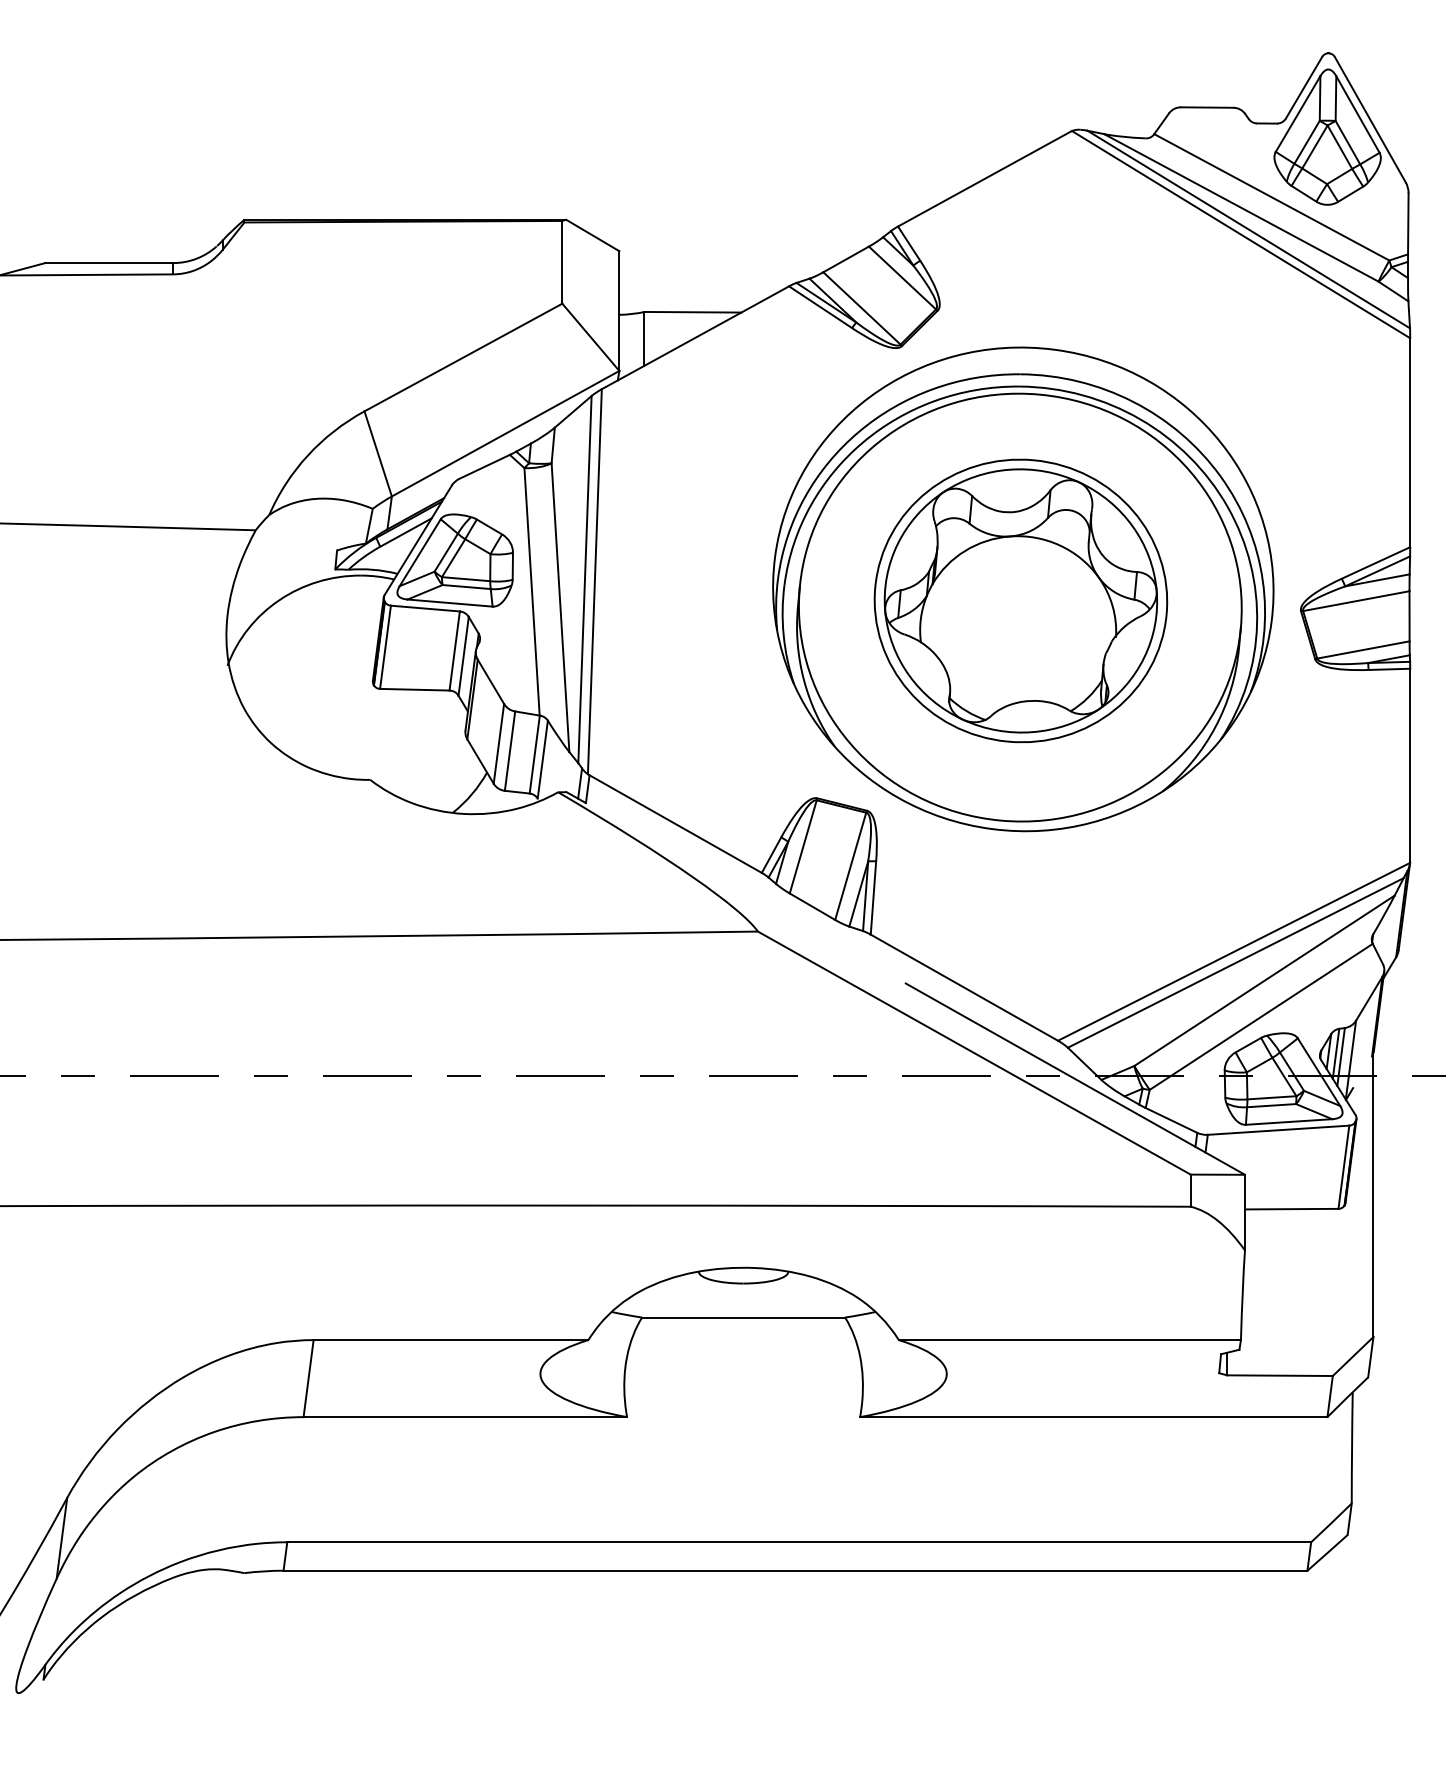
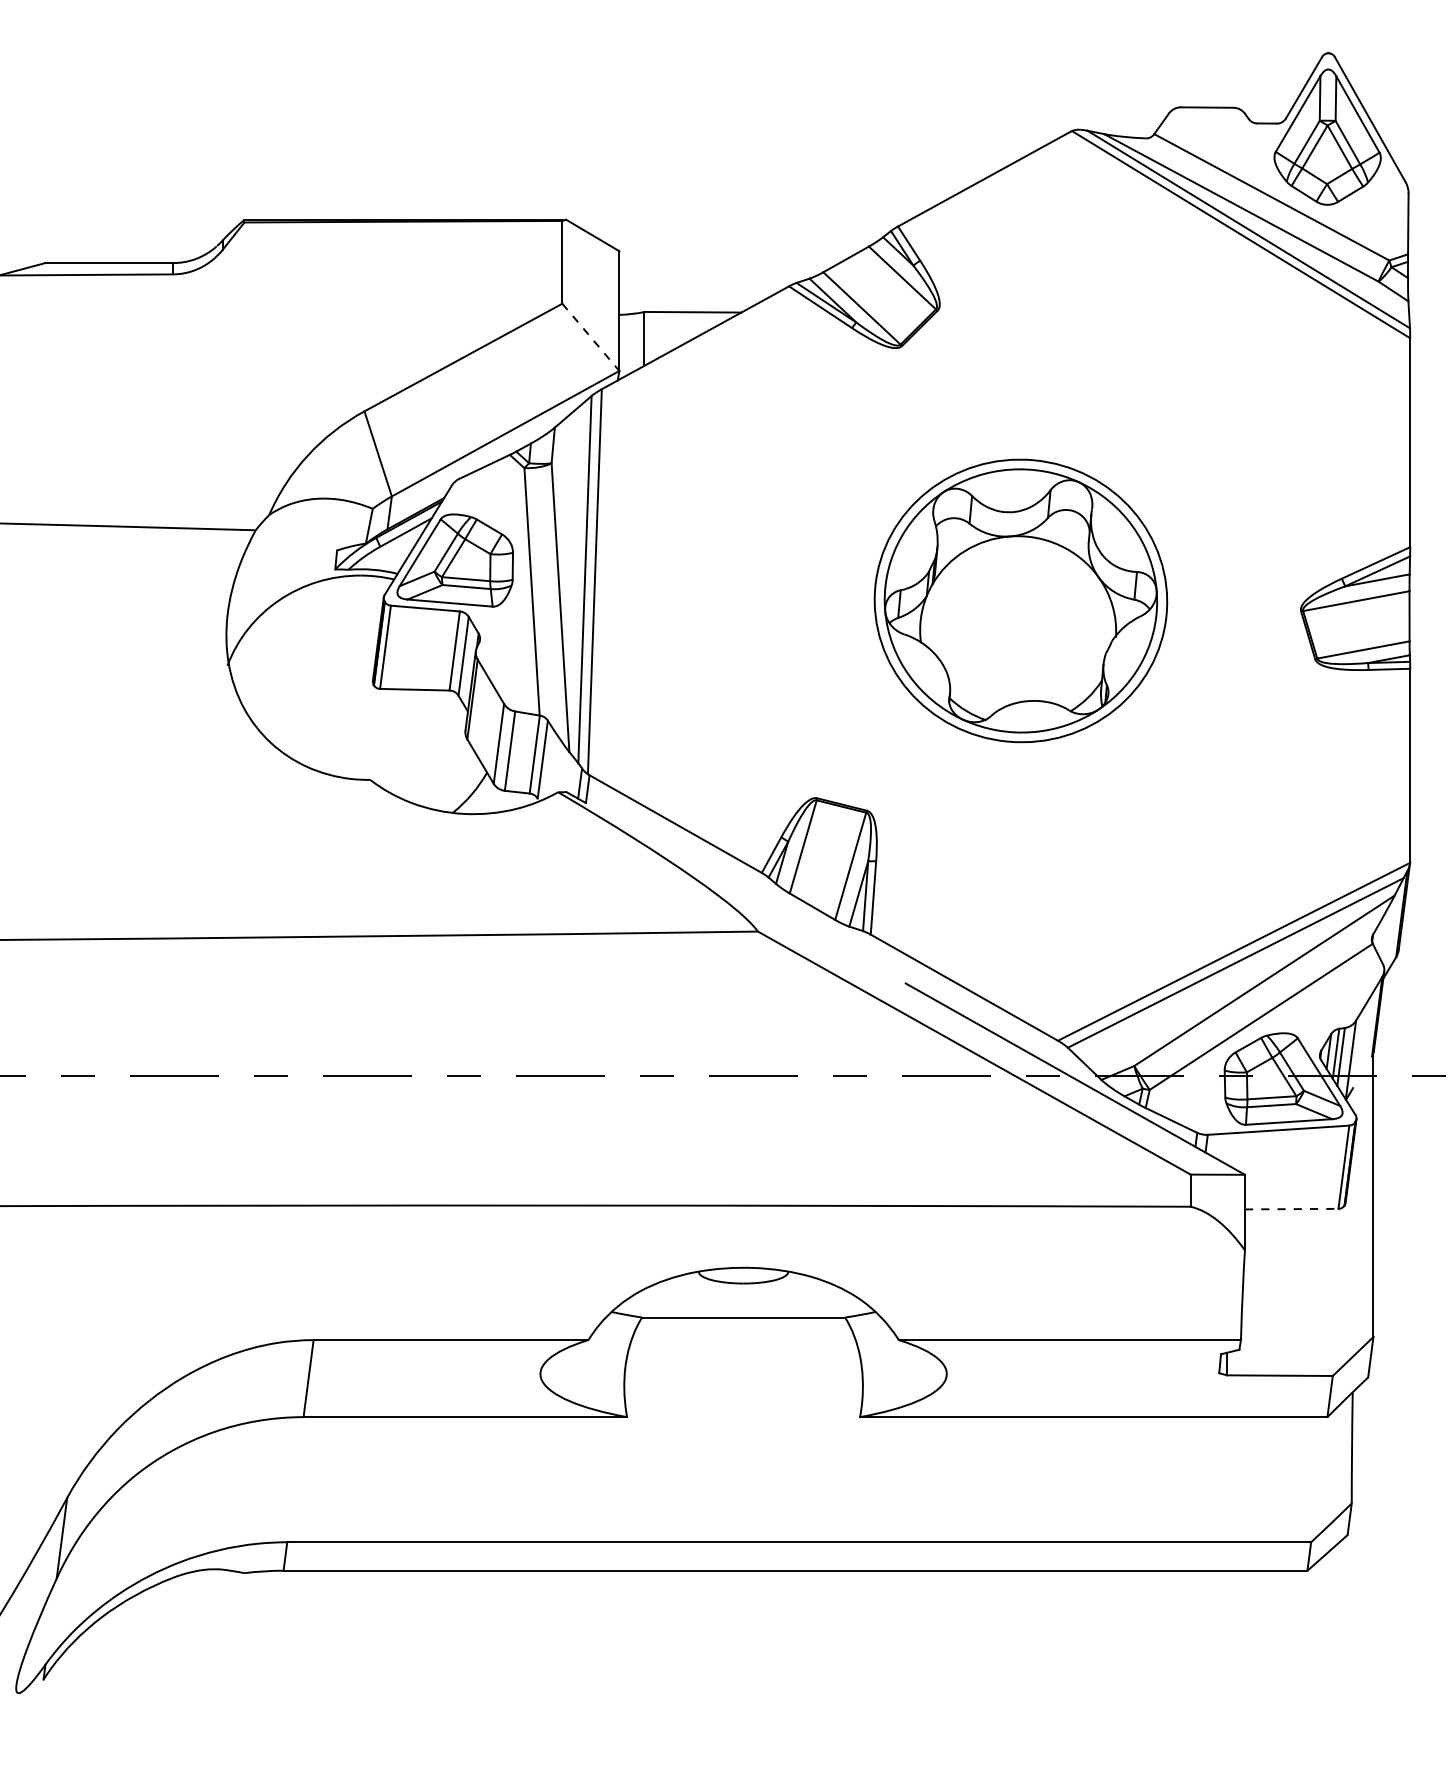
line at (591, 337): solid -> dashed
part at (1023, 589): present -> none
line at (1291, 1209): solid -> dashed
